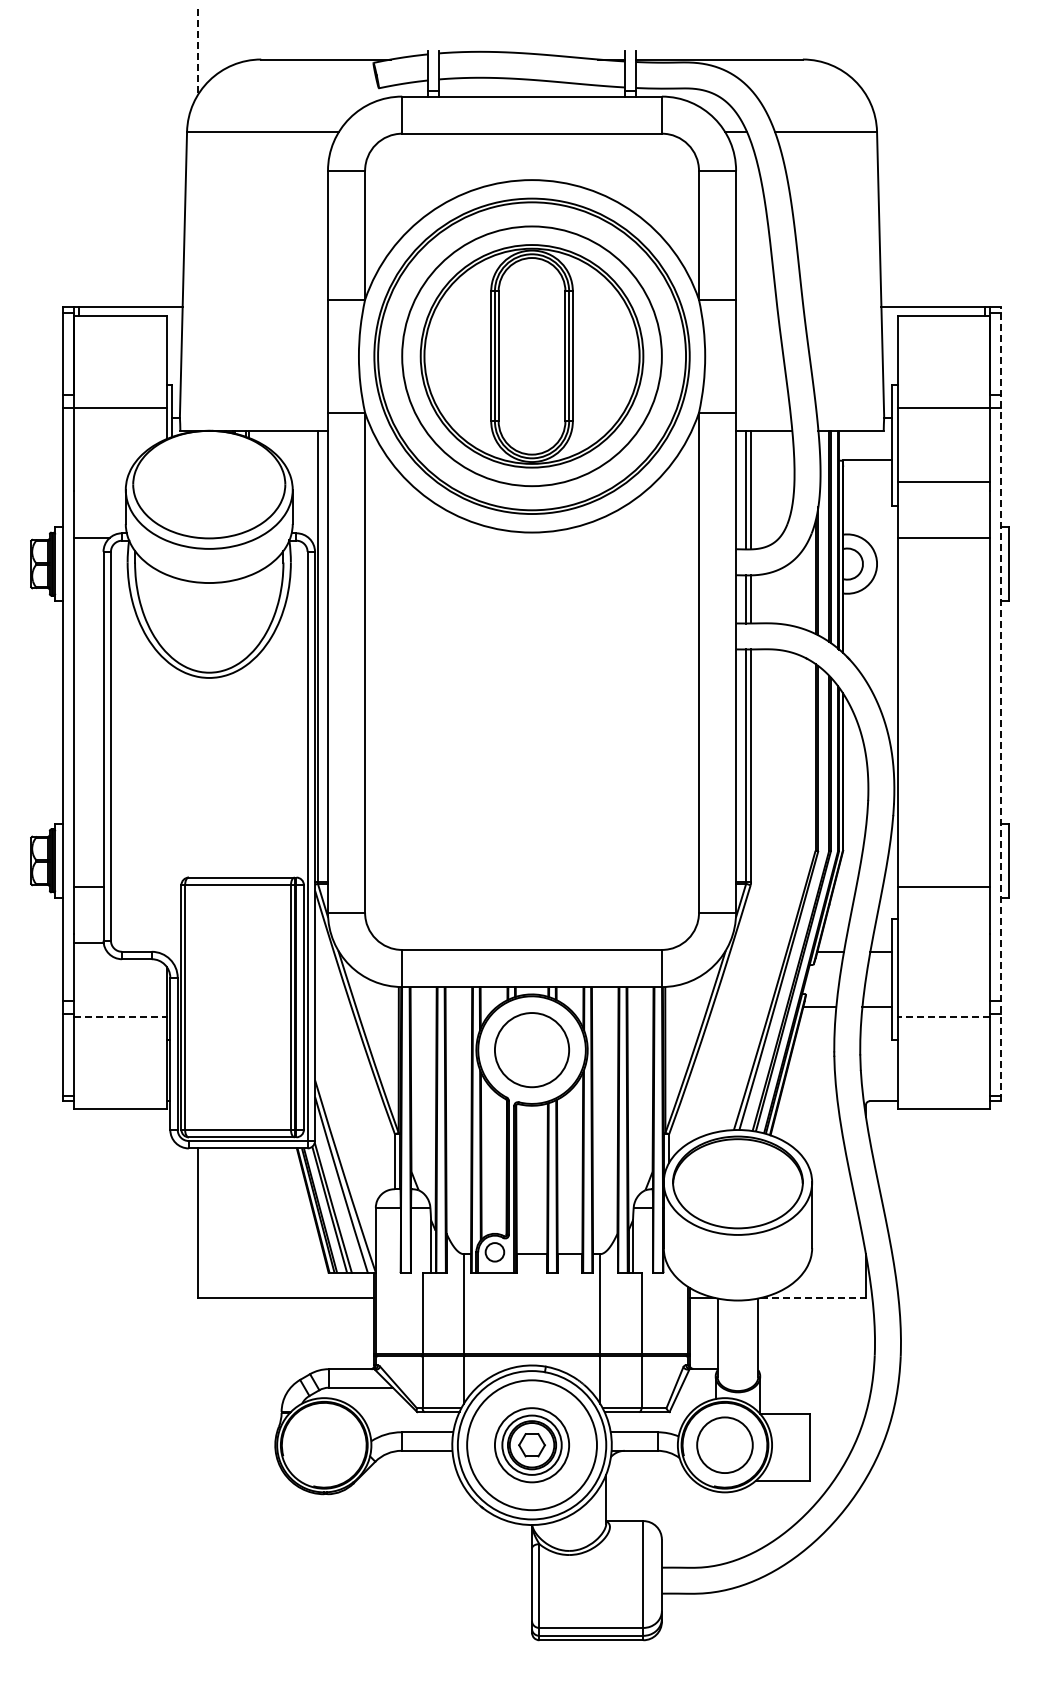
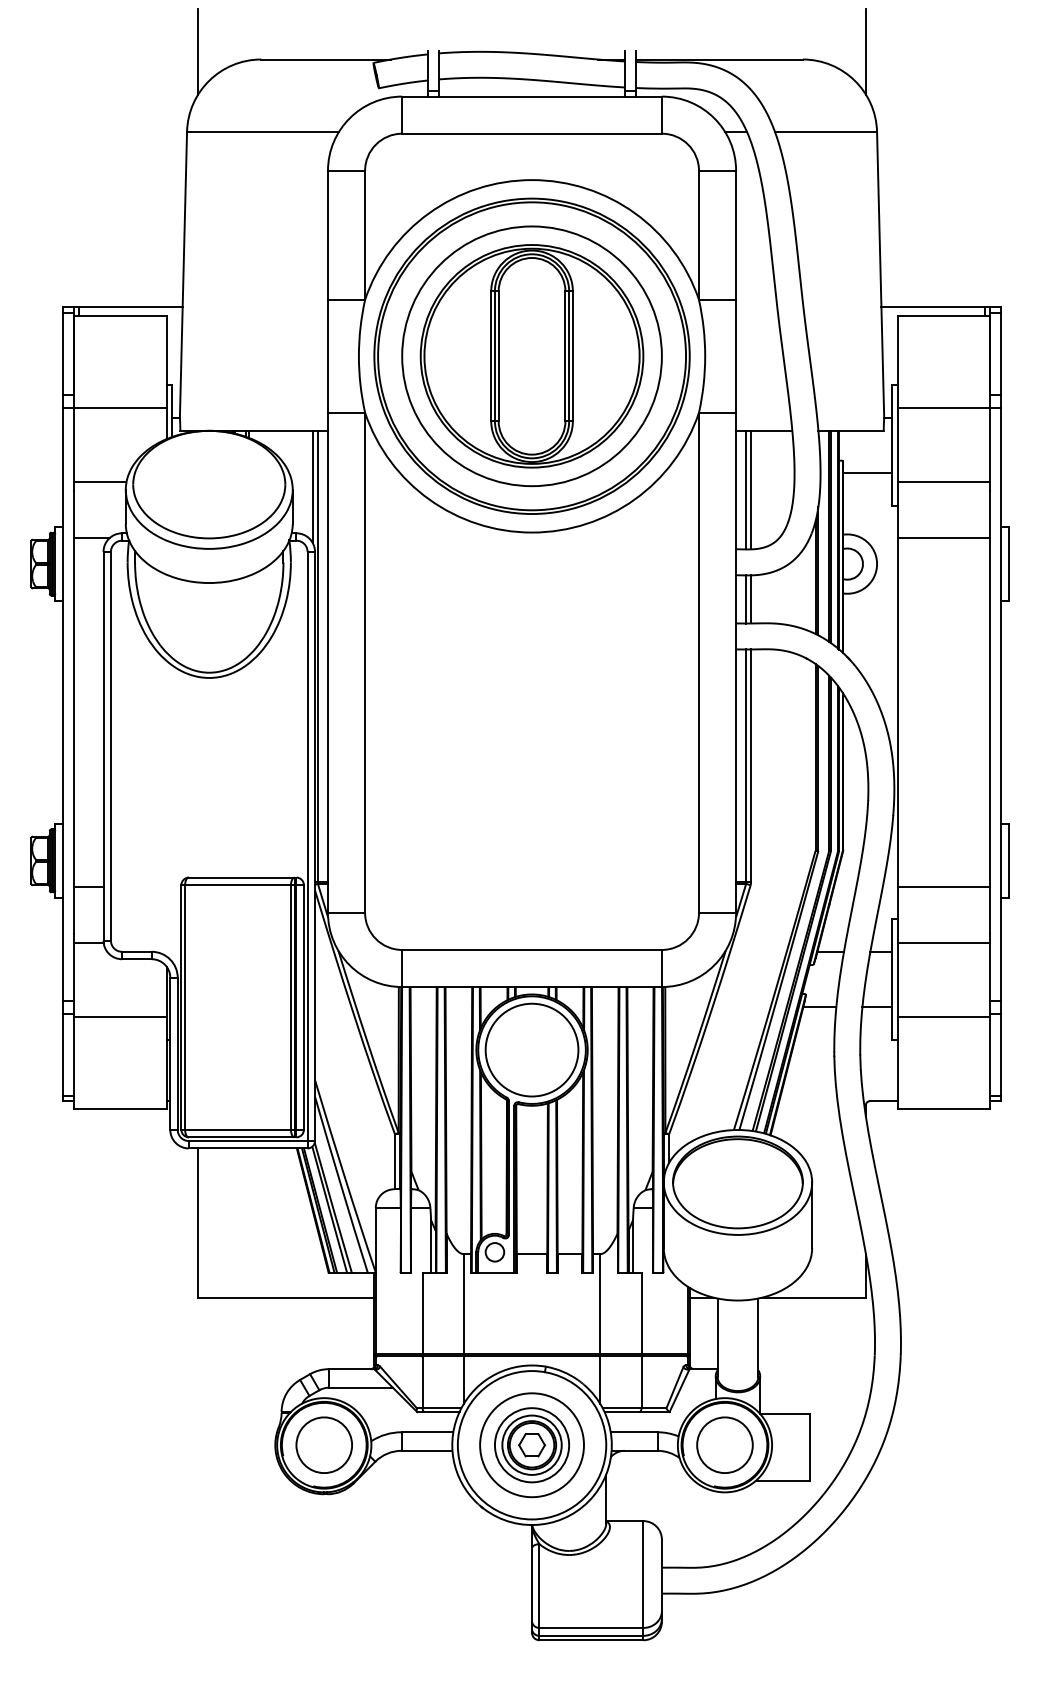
line at (865, 51): none -> present
line at (198, 52): dashed -> solid
line at (867, 460) position: (867, 460) -> (867, 473)
line at (99, 482): none -> present
line at (313, 486): none -> present
line at (1001, 704): dashed -> solid
line at (943, 942): none -> present
line at (120, 1016): dashed -> solid
line at (943, 1016): dashed -> solid
circle at (531, 1050) diameter: 74 px -> 93 px
line at (814, 1297): dashed -> solid
circle at (323, 1444): none -> present
circle at (531, 1445) diameter: 130 px -> 104 px
